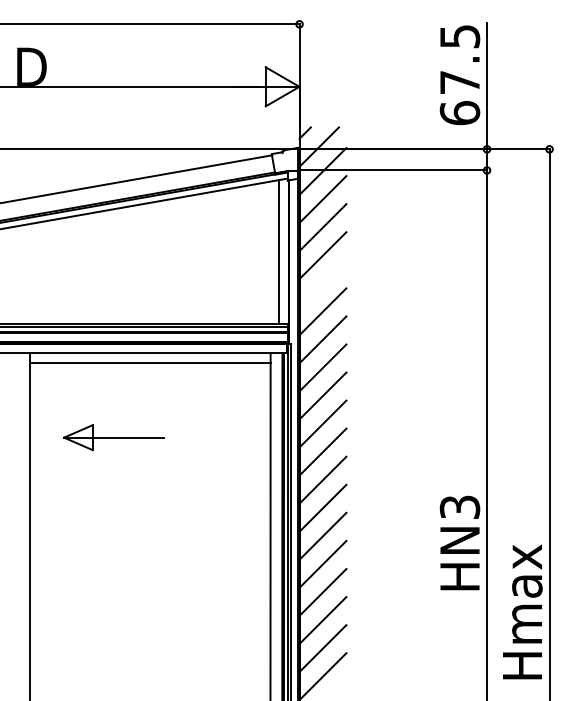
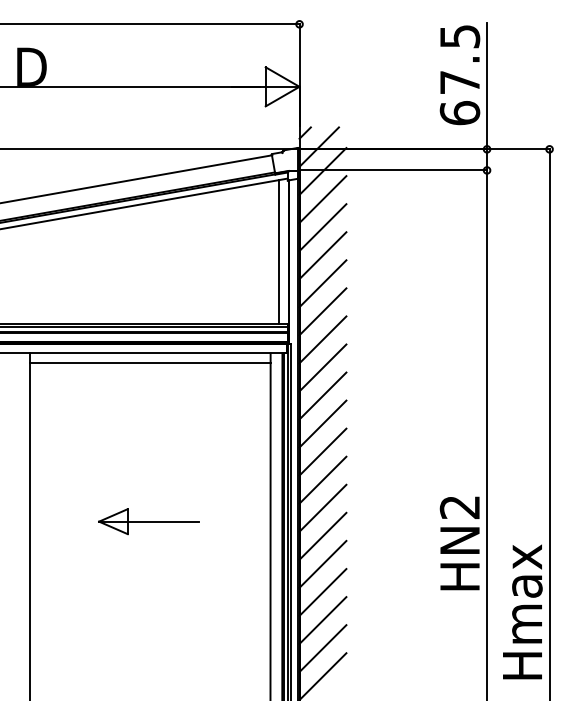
line at (322, 283): none -> present
part at (113, 437) position: (113, 437) -> (148, 521)
text at (460, 507): HN3 -> HN2
